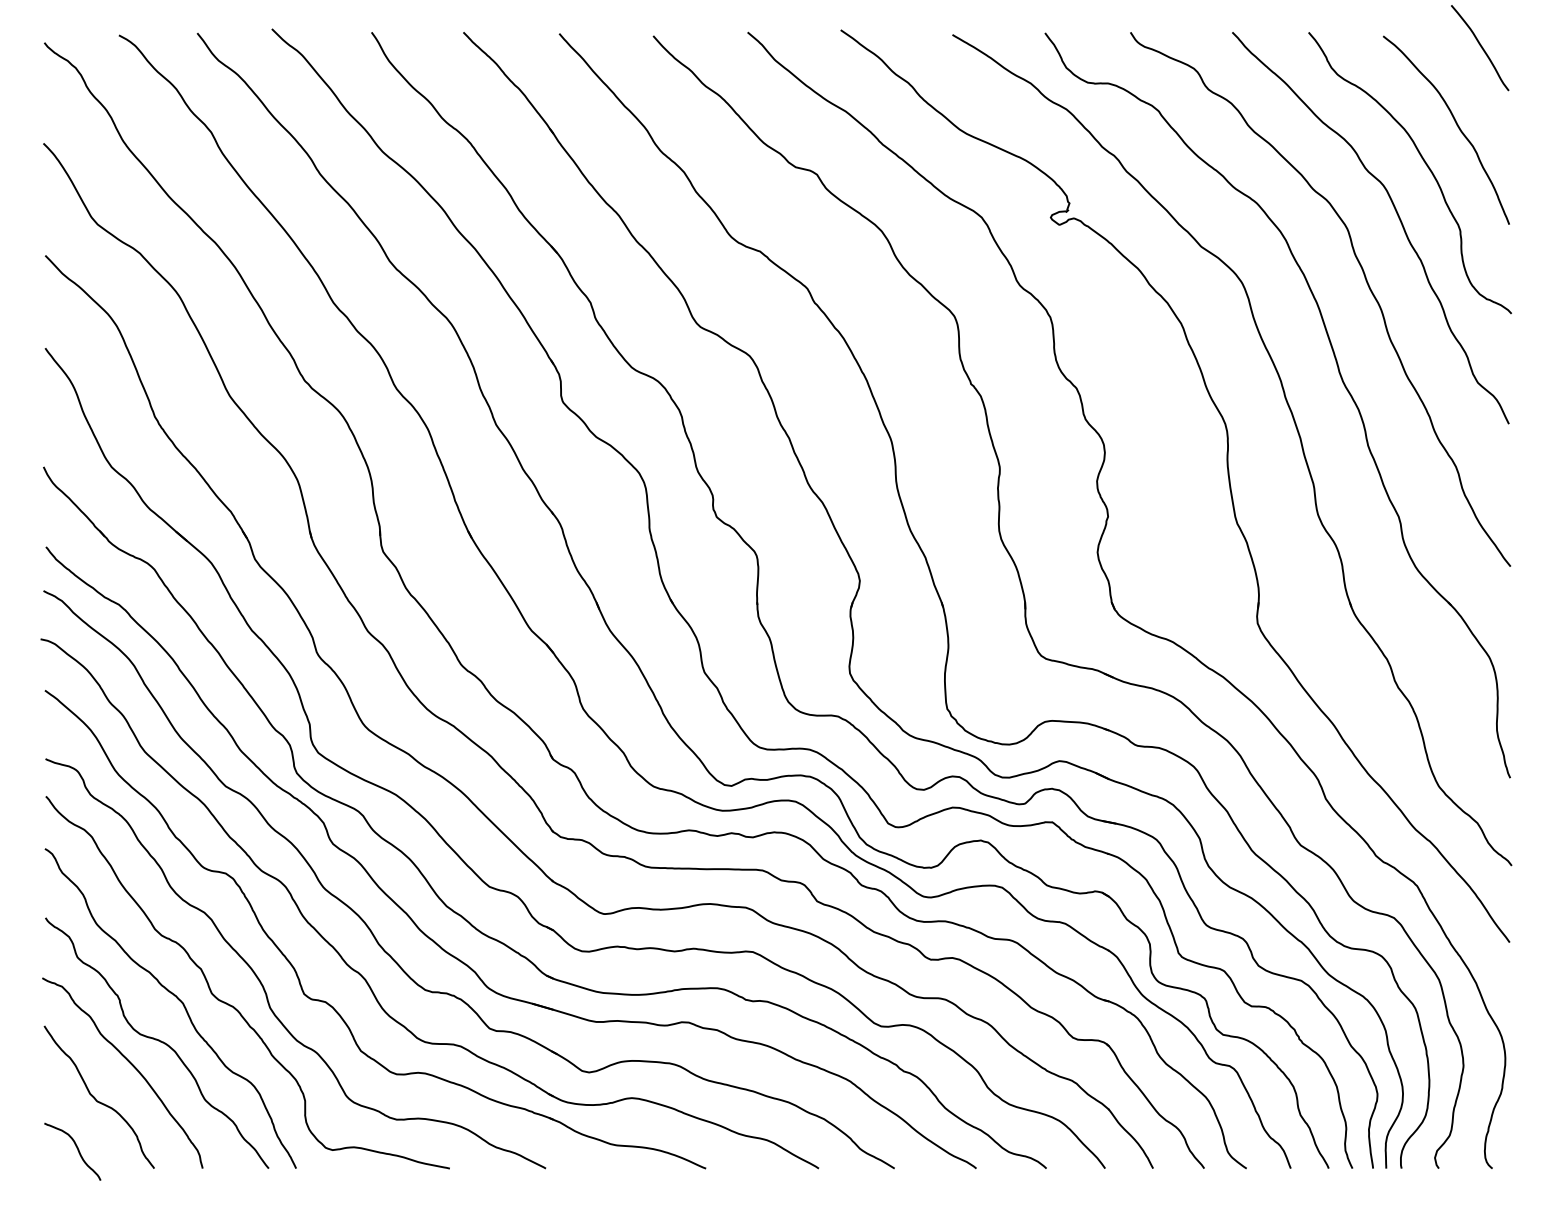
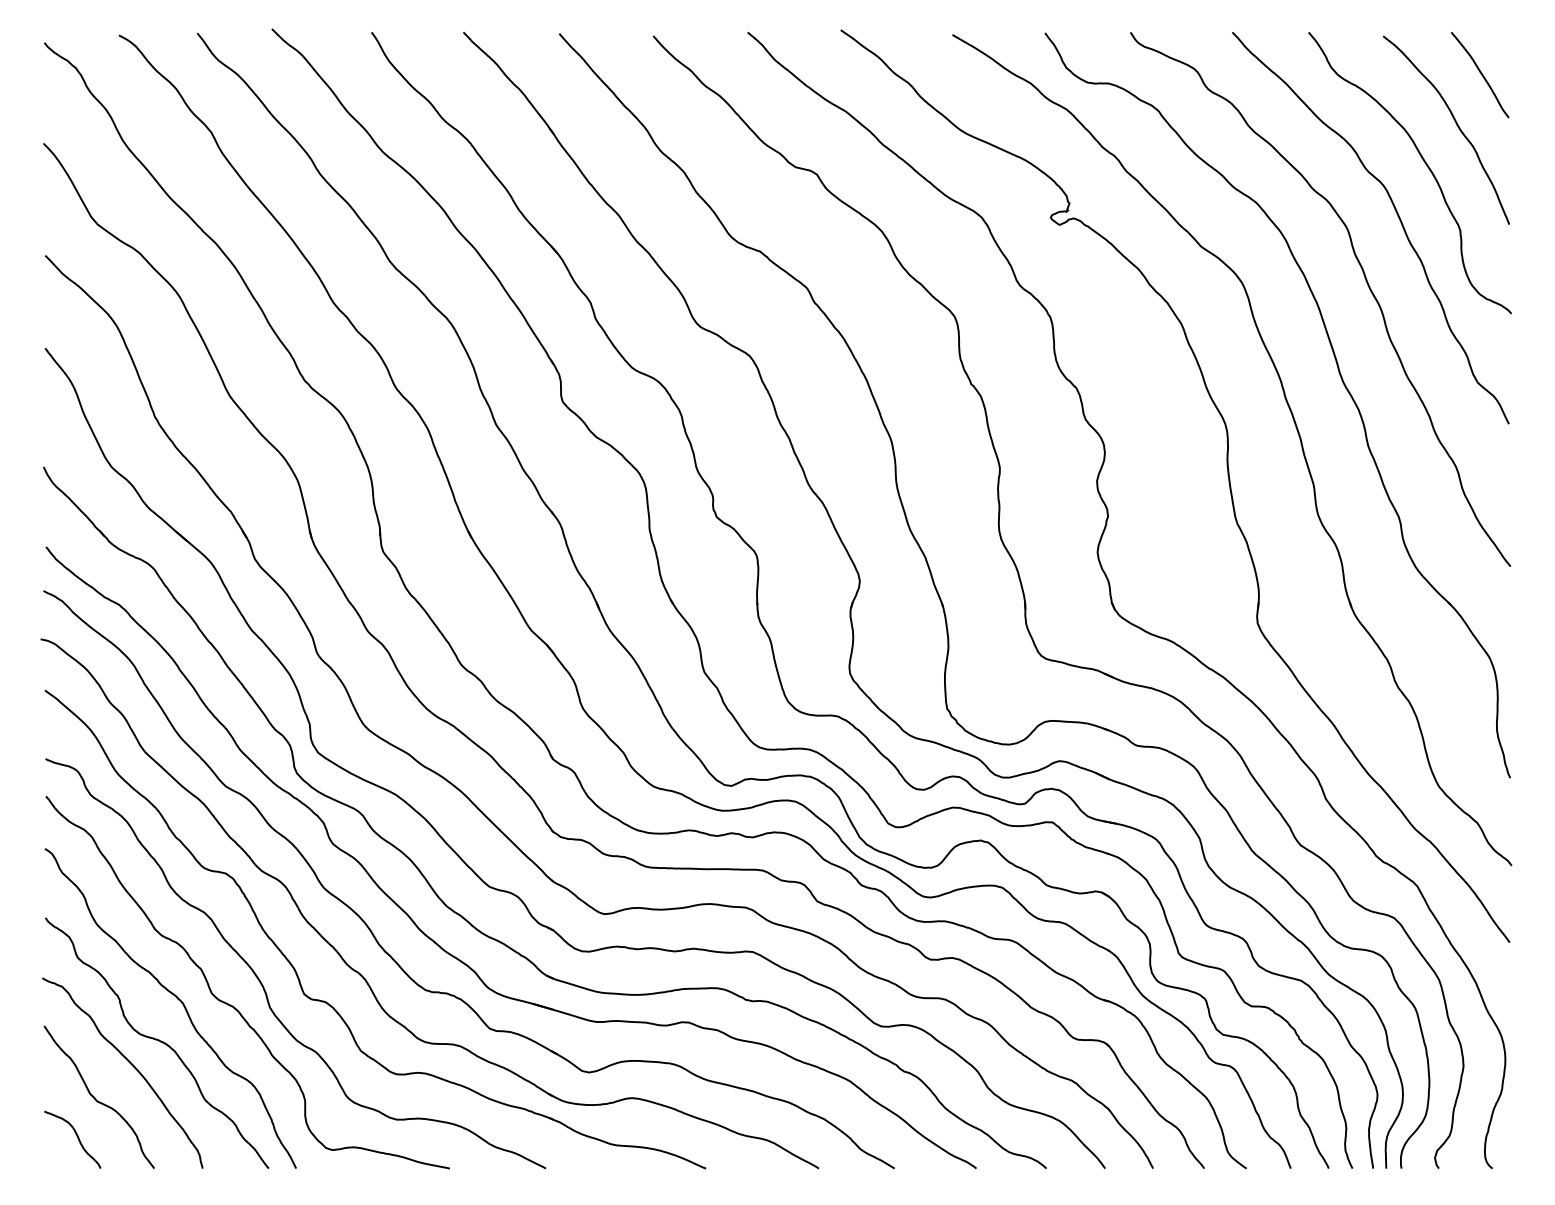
curve at (1480, 47) position: (1480, 47) -> (1480, 74)
curve at (76, 1148) position: (76, 1148) -> (76, 1136)
